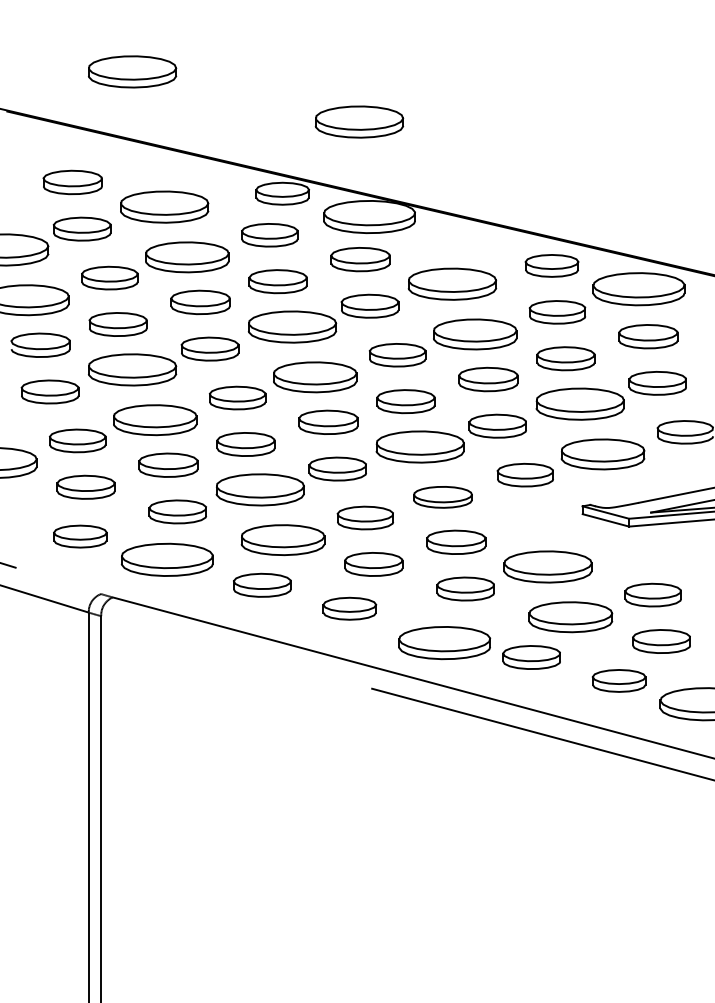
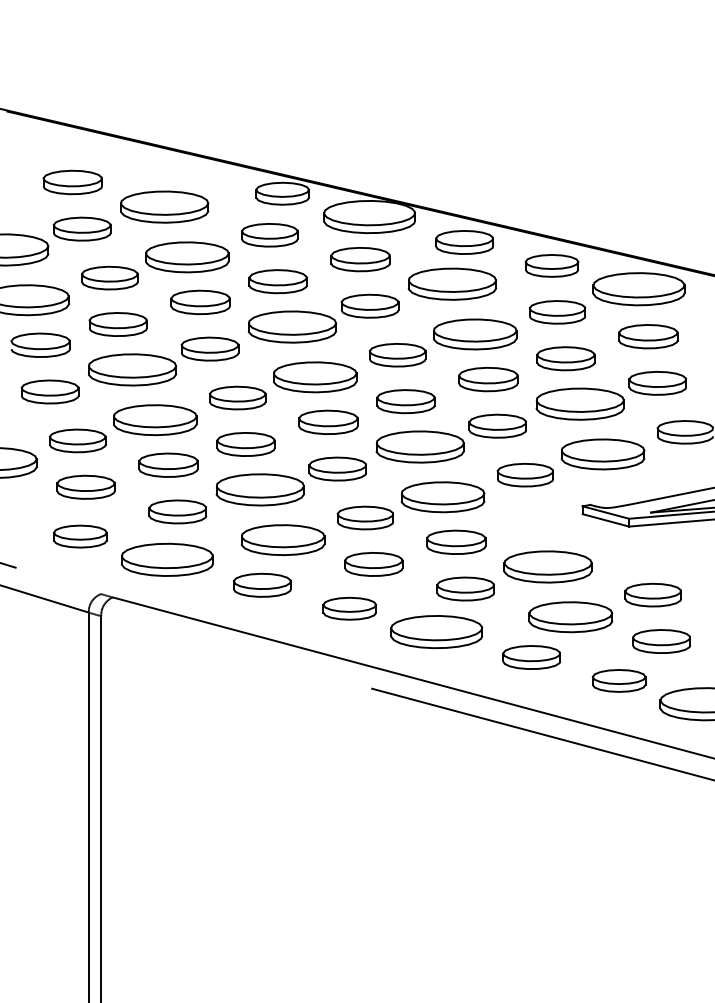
part at (132, 71): present -> none
part at (359, 121): present -> none
part at (464, 242): none -> present
part at (442, 497) size: 60x23 px -> 86x33 px
part at (444, 643) position: (444, 643) -> (436, 632)
